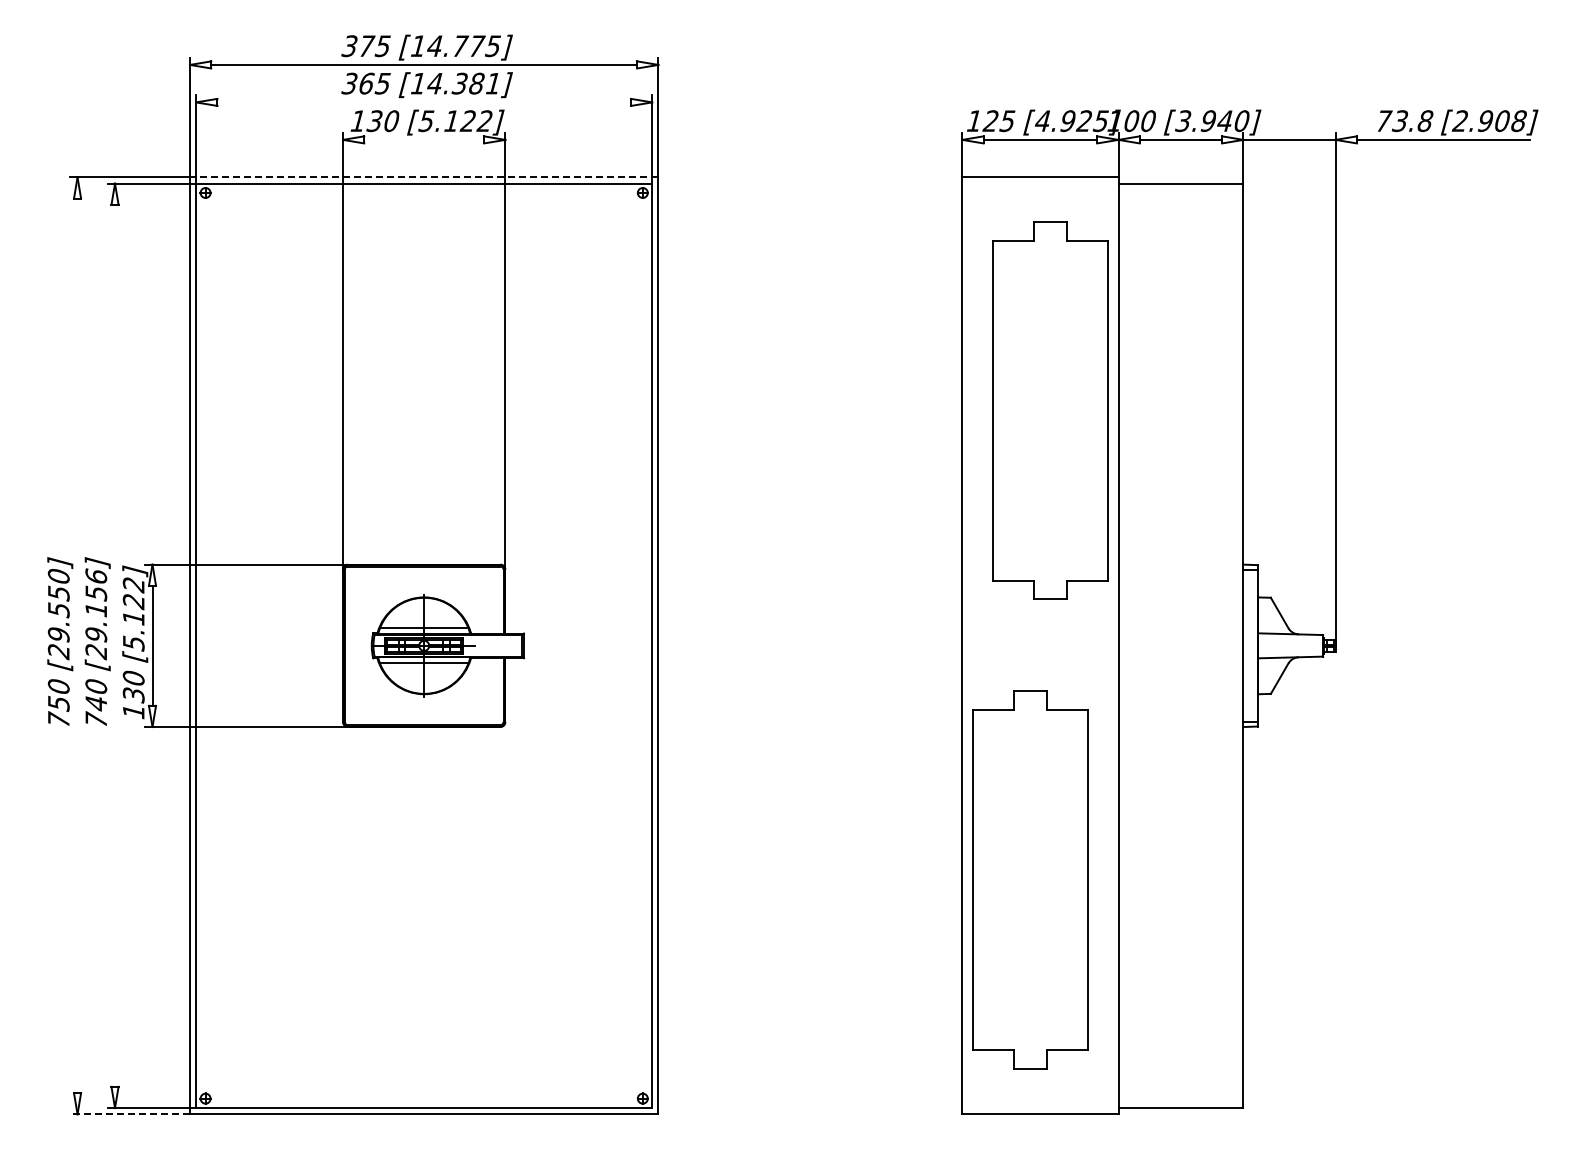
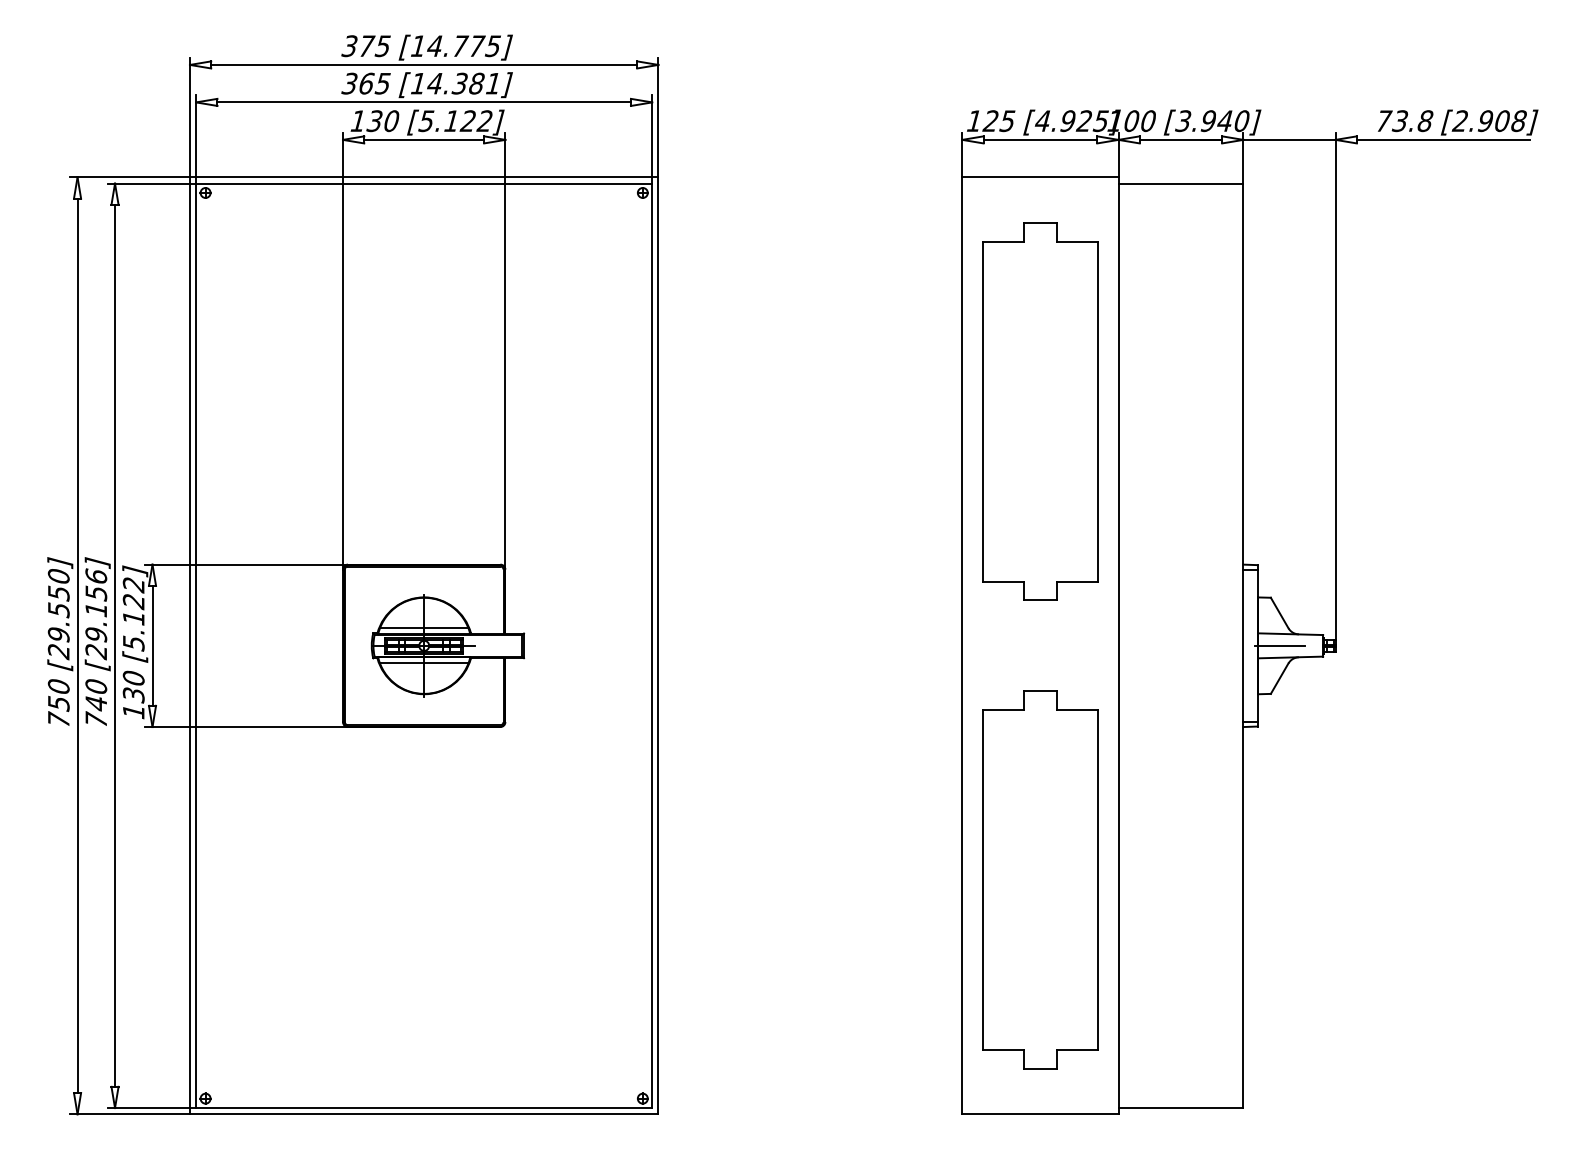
line at (423, 102): none -> present
line at (424, 139): none -> present
line at (423, 177): dashed -> solid
part at (1050, 410) position: (1050, 410) -> (1040, 411)
line at (77, 645): none -> present
line at (115, 645): none -> present
line at (1279, 645): none -> present
part at (1030, 879) position: (1030, 879) -> (1040, 879)
line at (130, 1114): dashed -> solid
